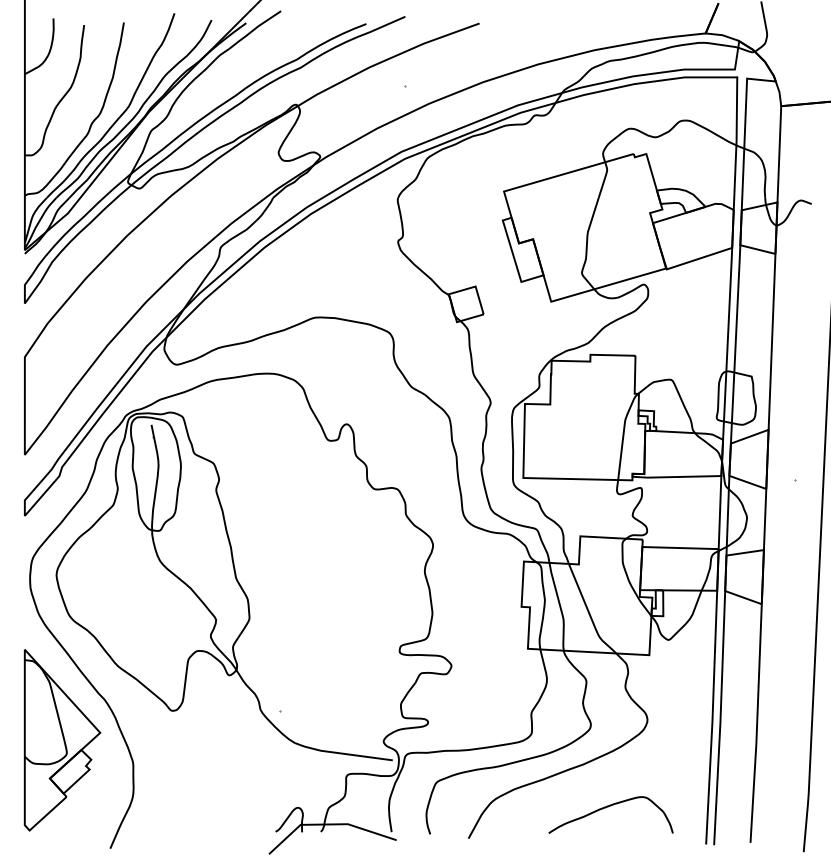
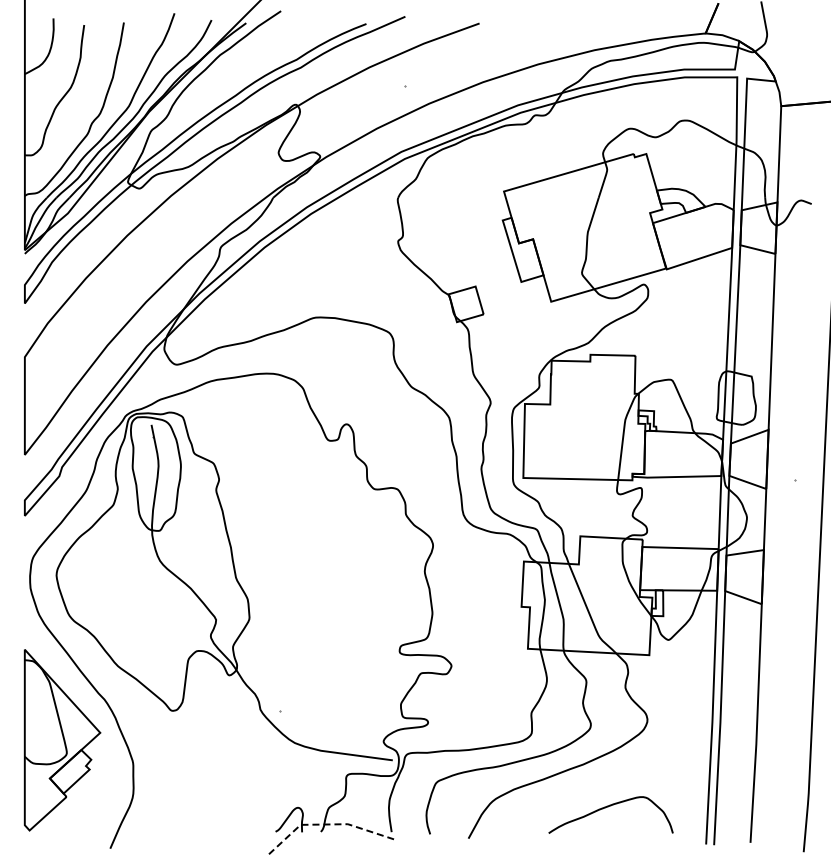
line at (328, 824): solid -> dashed
